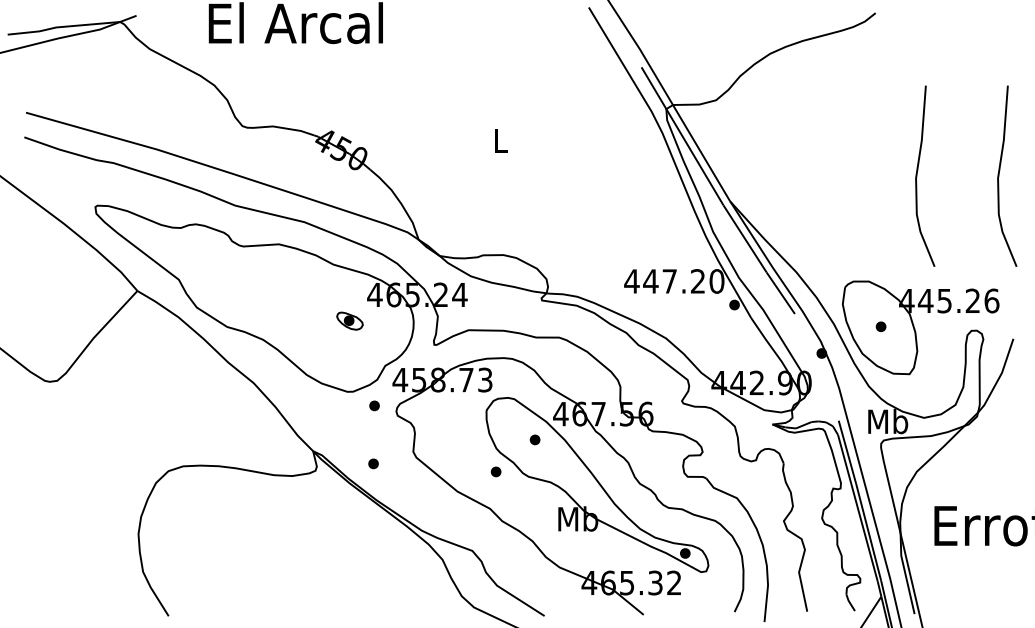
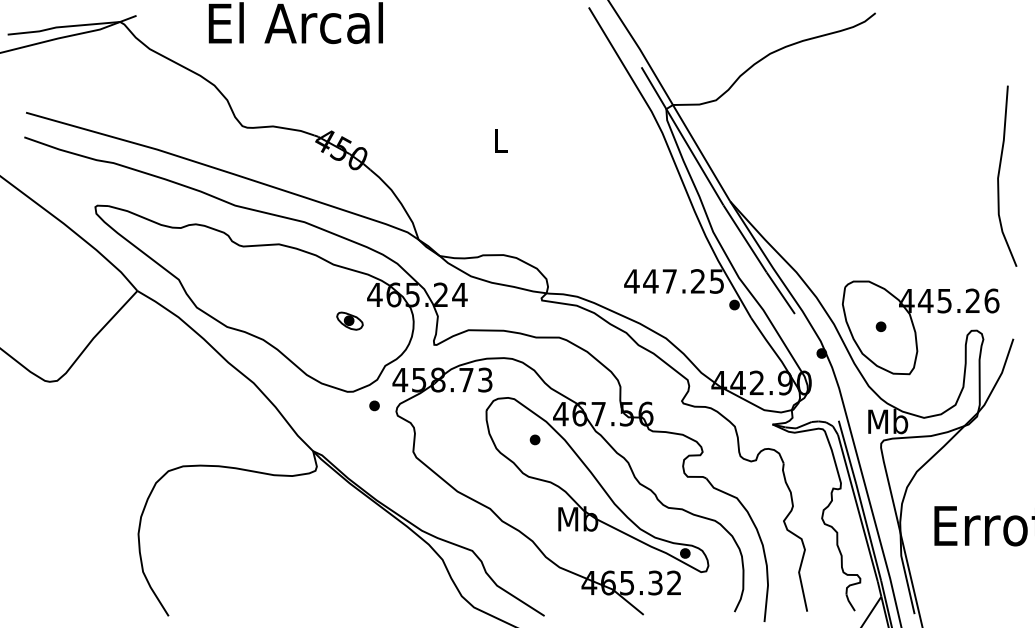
curve at (917, 175): present -> none
text at (716, 281): 447.20 -> 447.25
part at (373, 463): present -> none
part at (495, 471): present -> none
